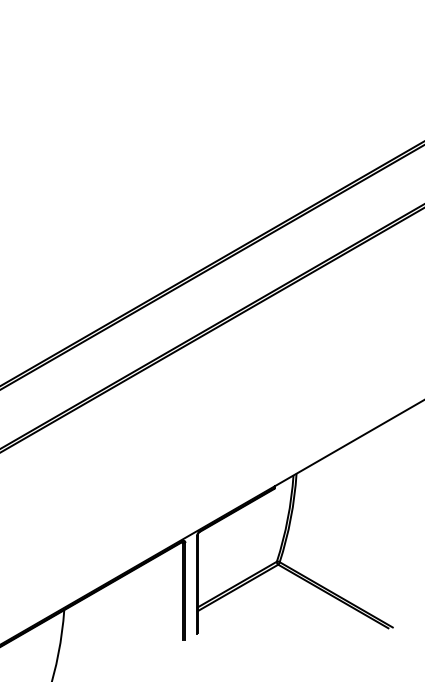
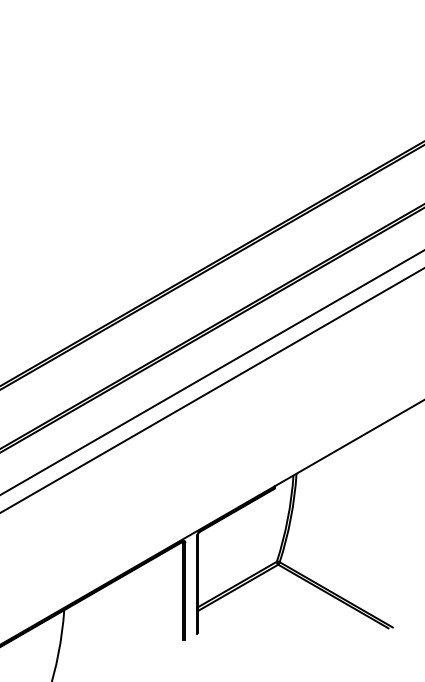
line at (211, 372): none -> present
line at (211, 390): none -> present
